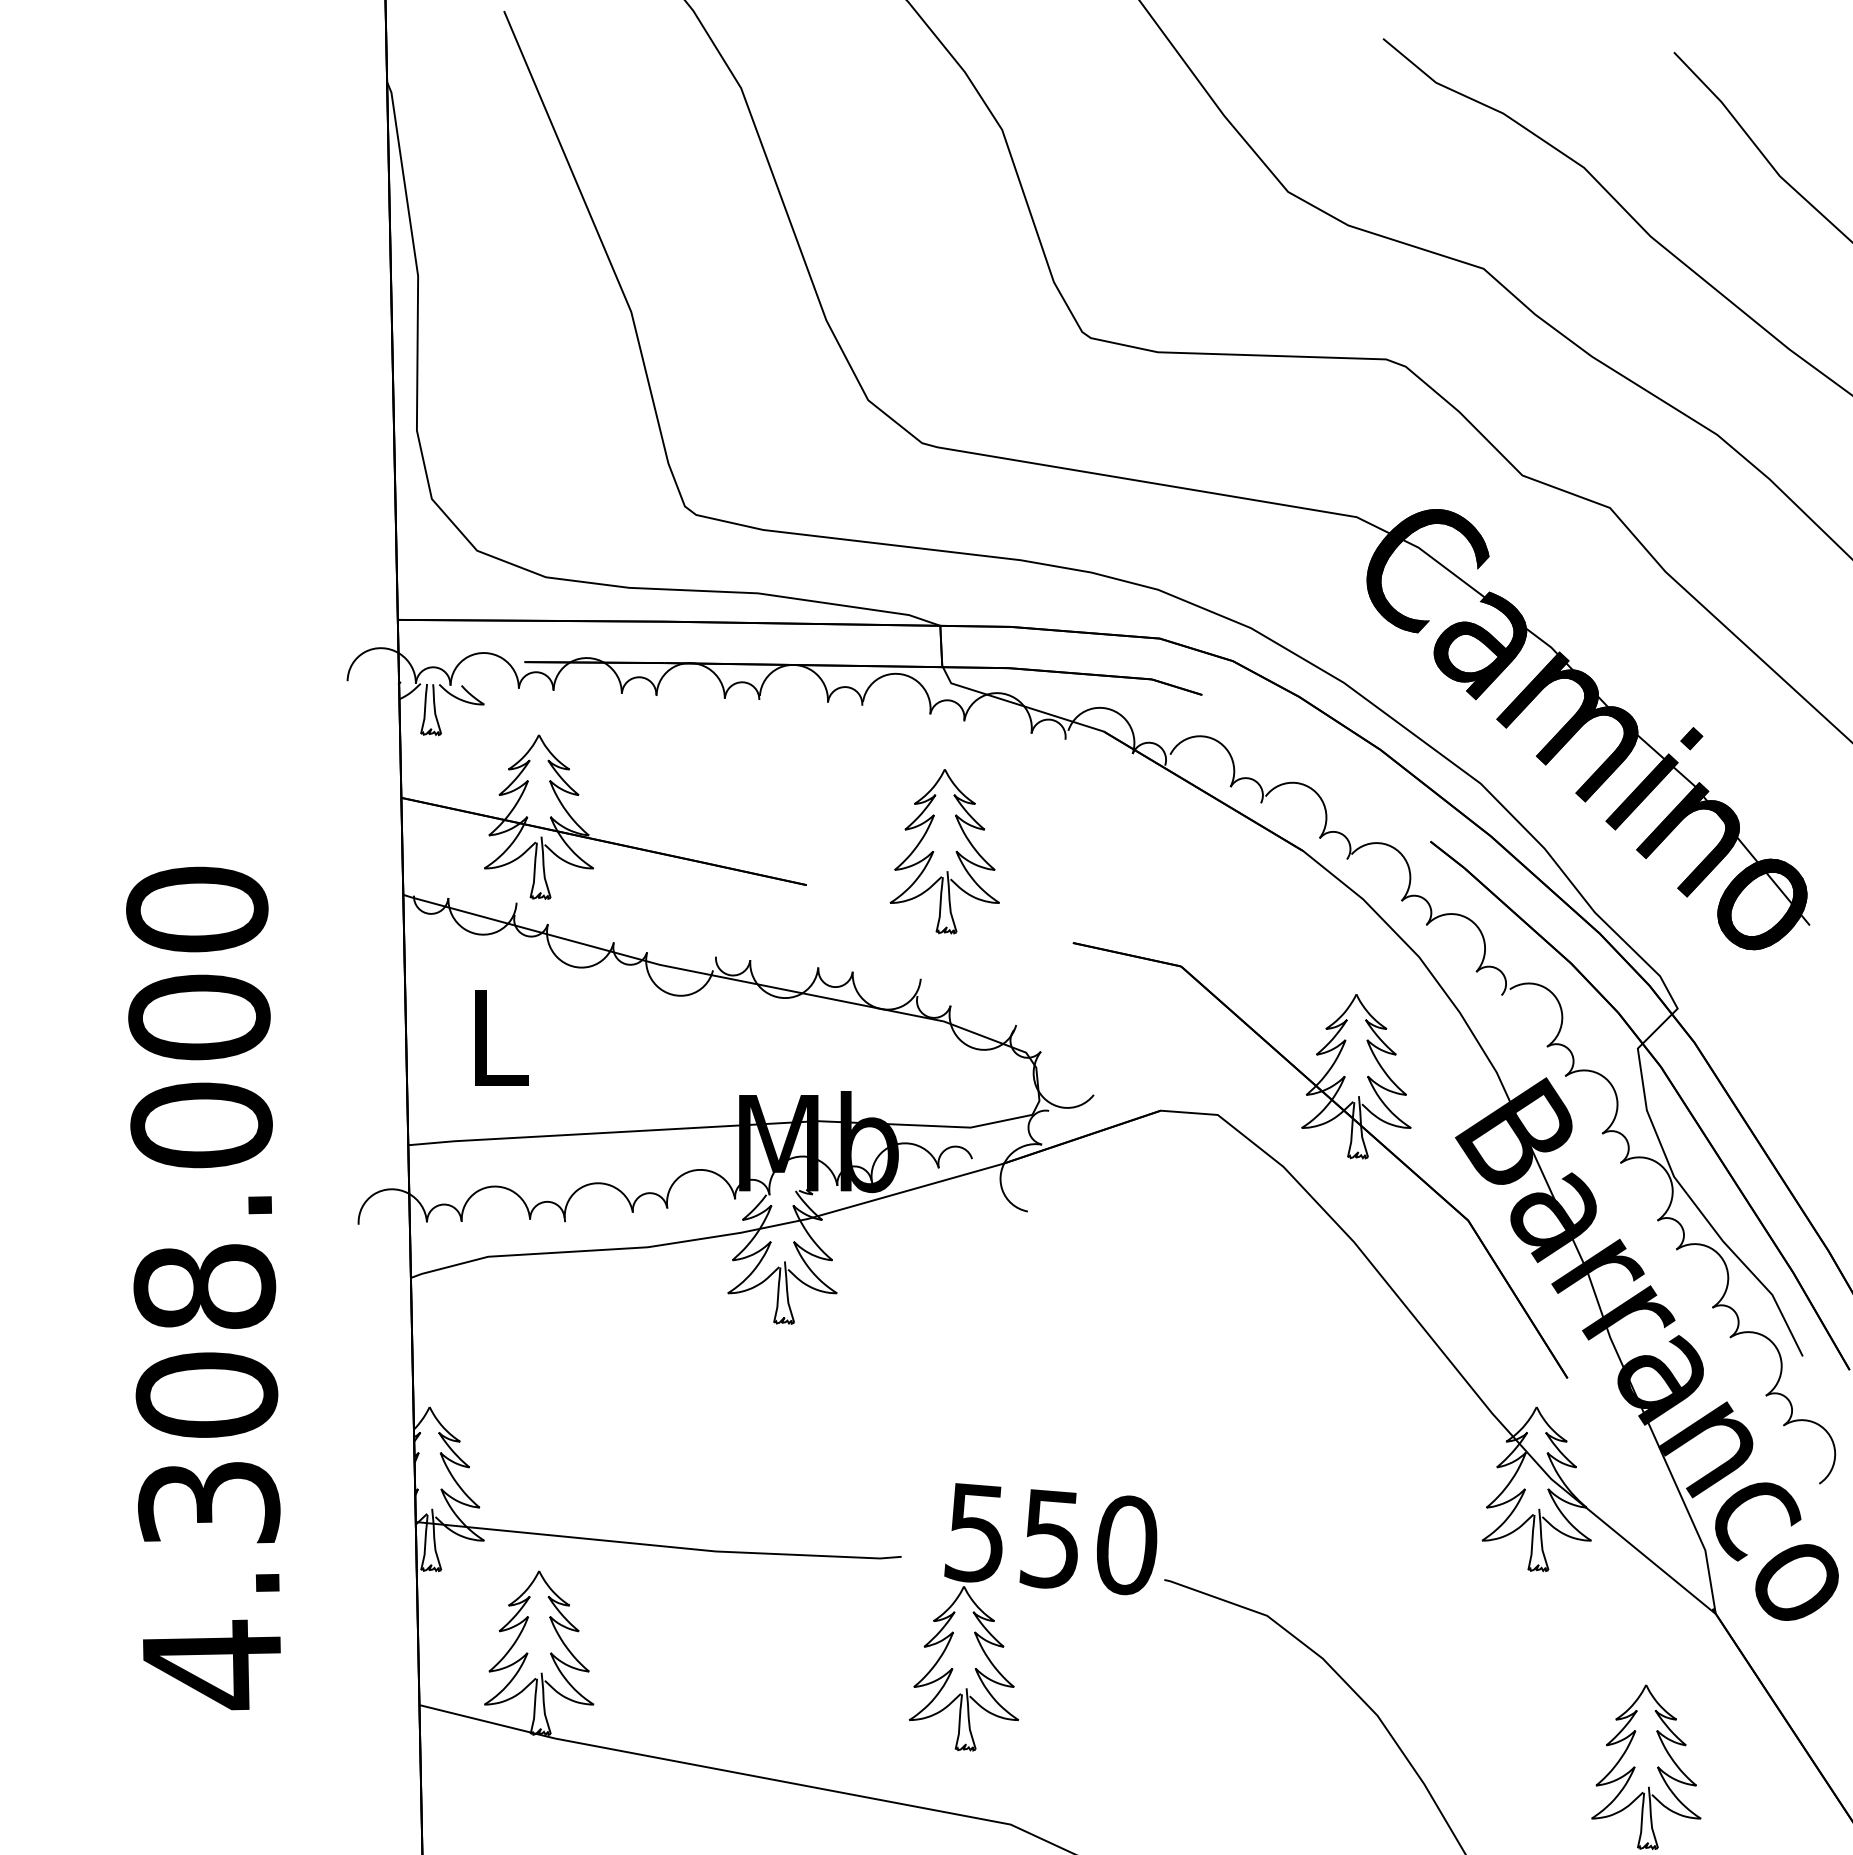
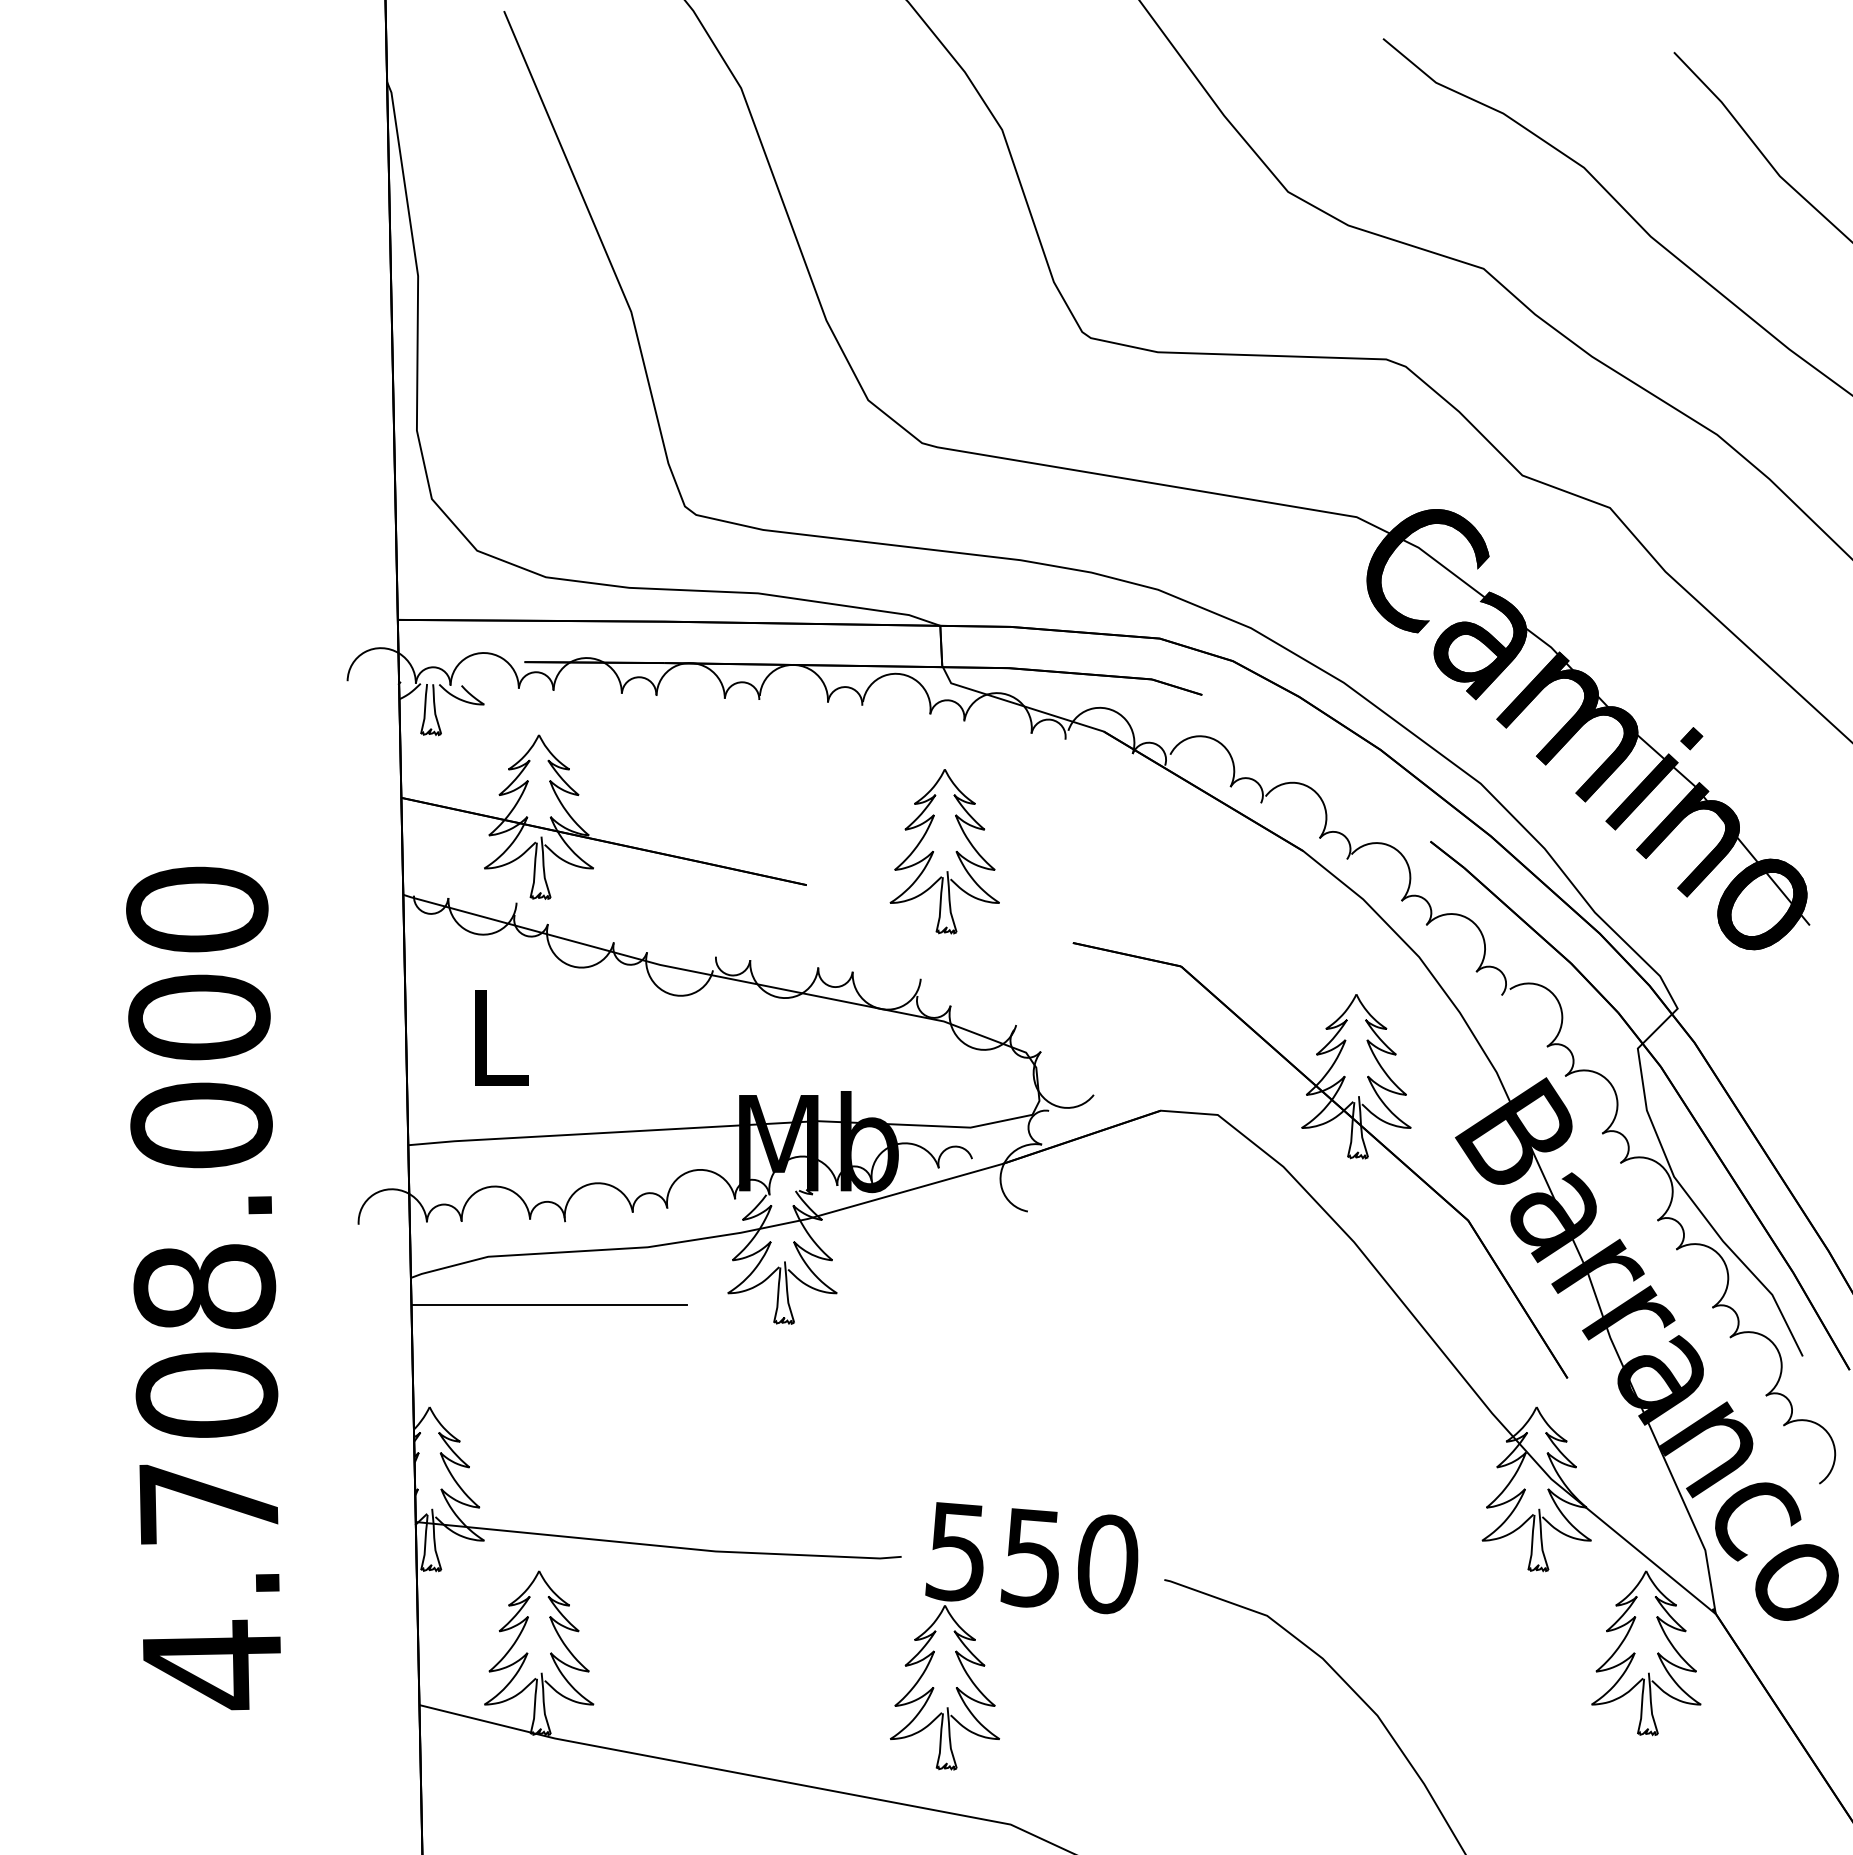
line at (548, 1305): none -> present
text at (209, 1503): 4.308.000 -> 4.708.000
part at (1038, 1588) position: (1038, 1588) -> (1019, 1607)
part at (1646, 1767) position: (1646, 1767) -> (1646, 1653)
